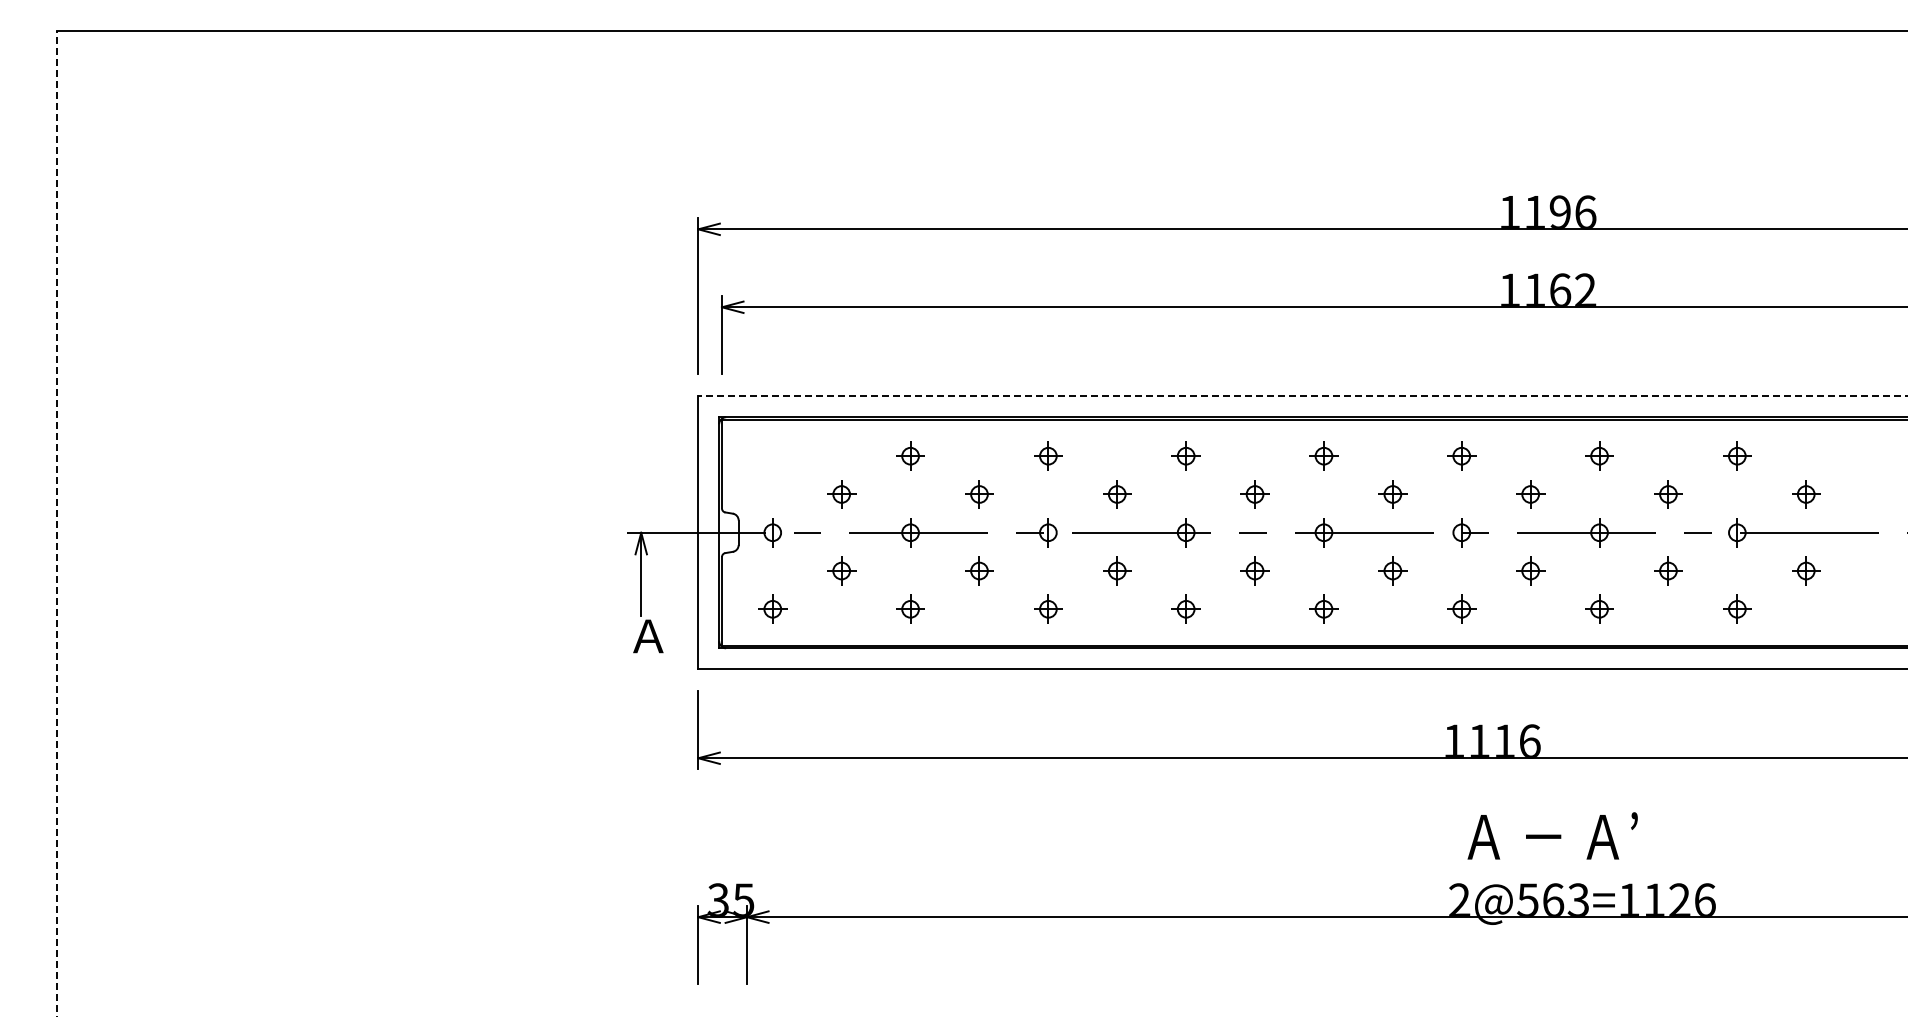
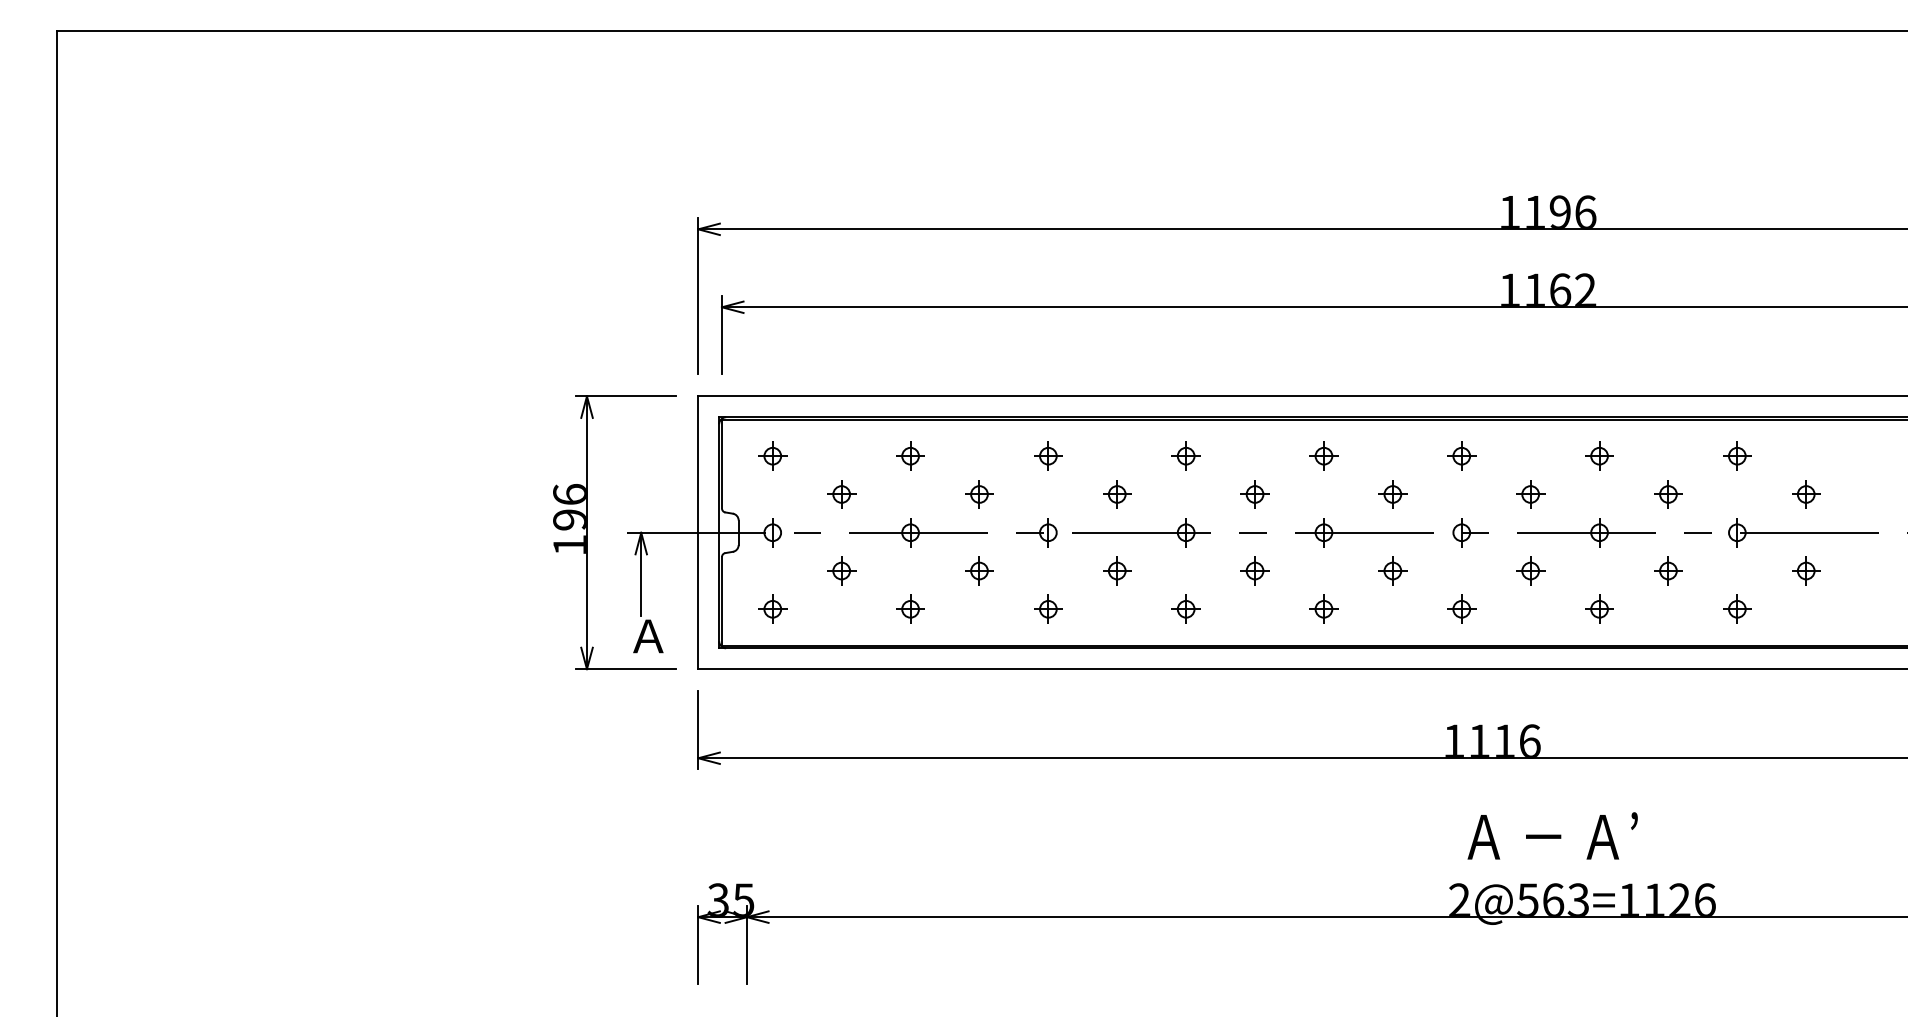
line at (1302, 396): dashed -> solid
part at (772, 455): none -> present
line at (57, 523): dashed -> solid
part at (587, 532): none -> present
